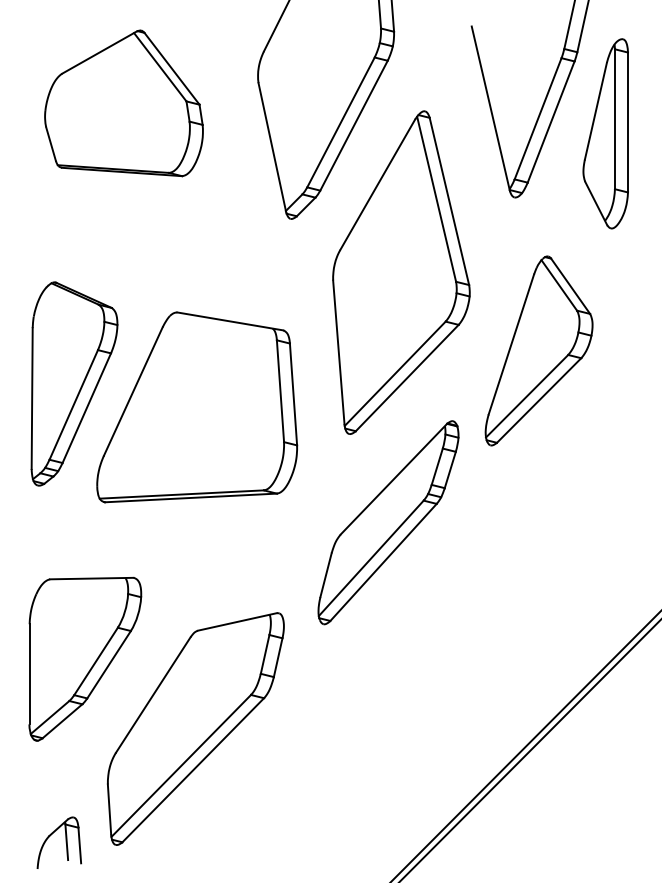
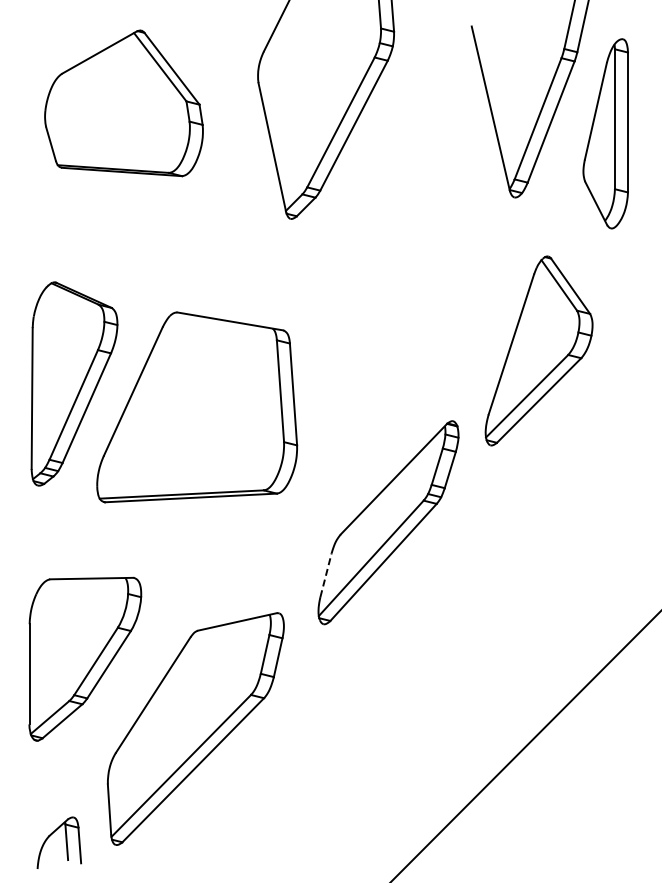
part at (401, 272): present -> none
line at (326, 575): solid -> dashed
line at (530, 750): present -> none
